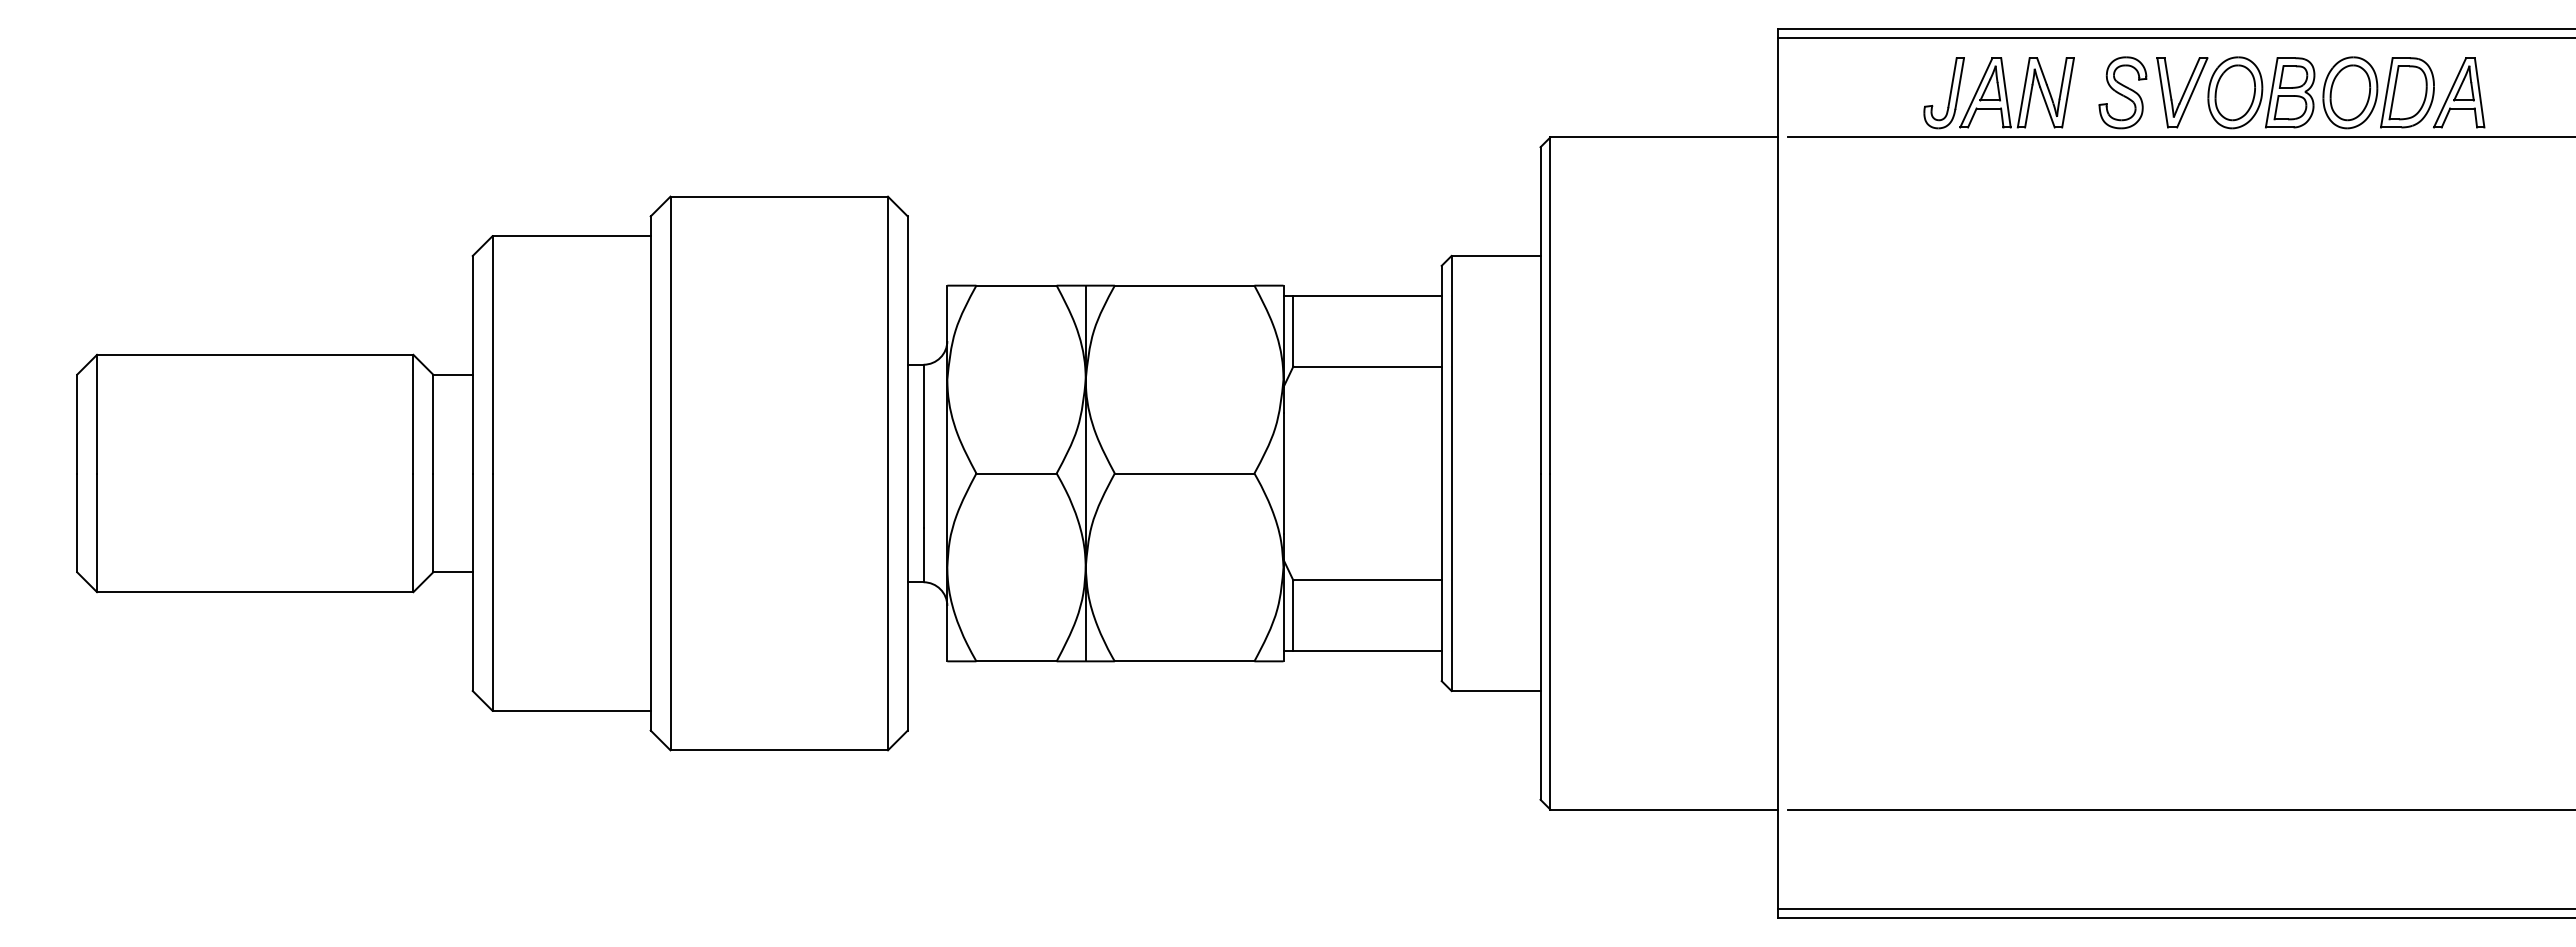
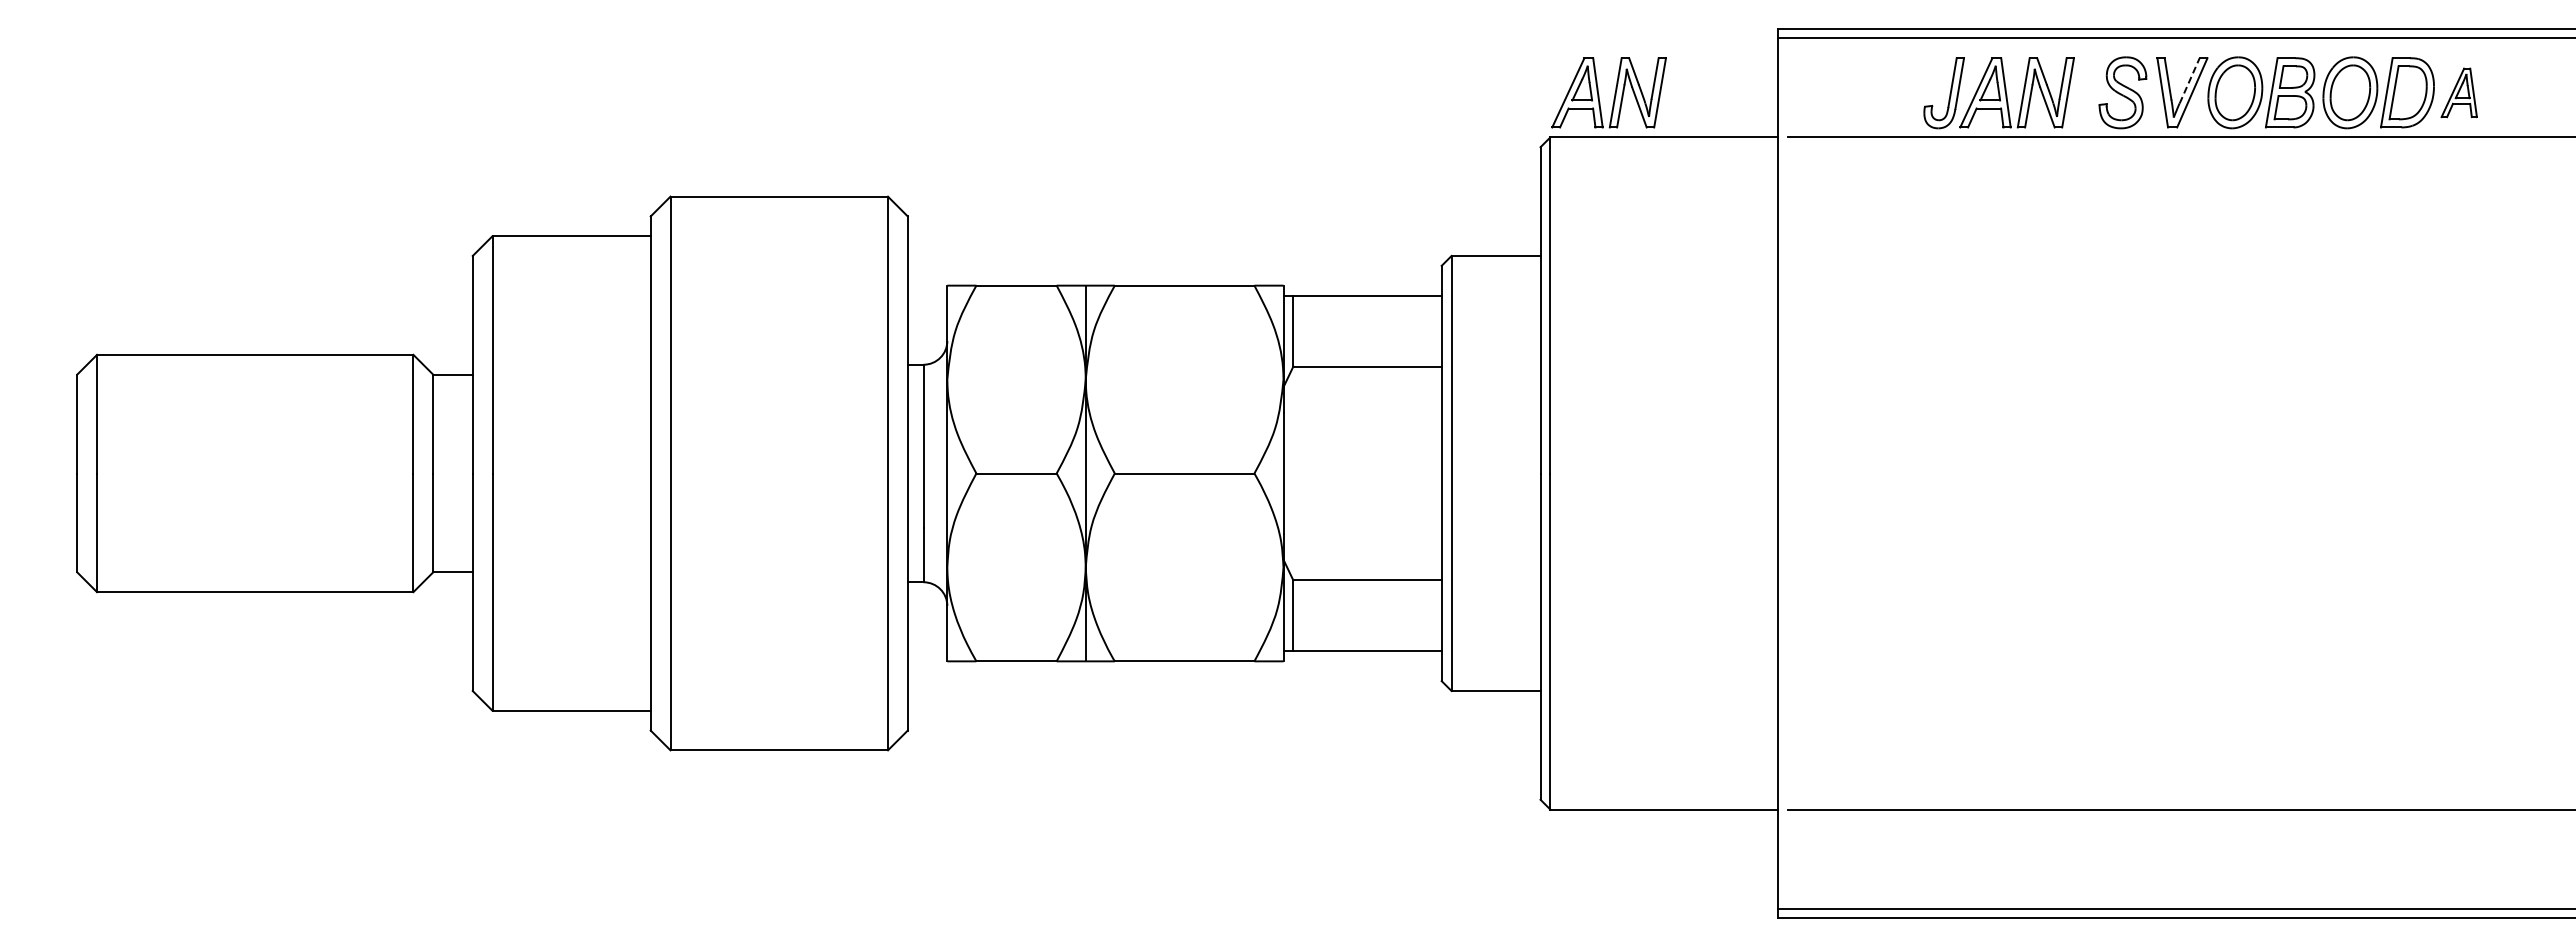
line at (2189, 80): solid -> dashed
part at (1608, 92): none -> present
part at (2459, 92) size: 53x72 px -> 38x52 px
